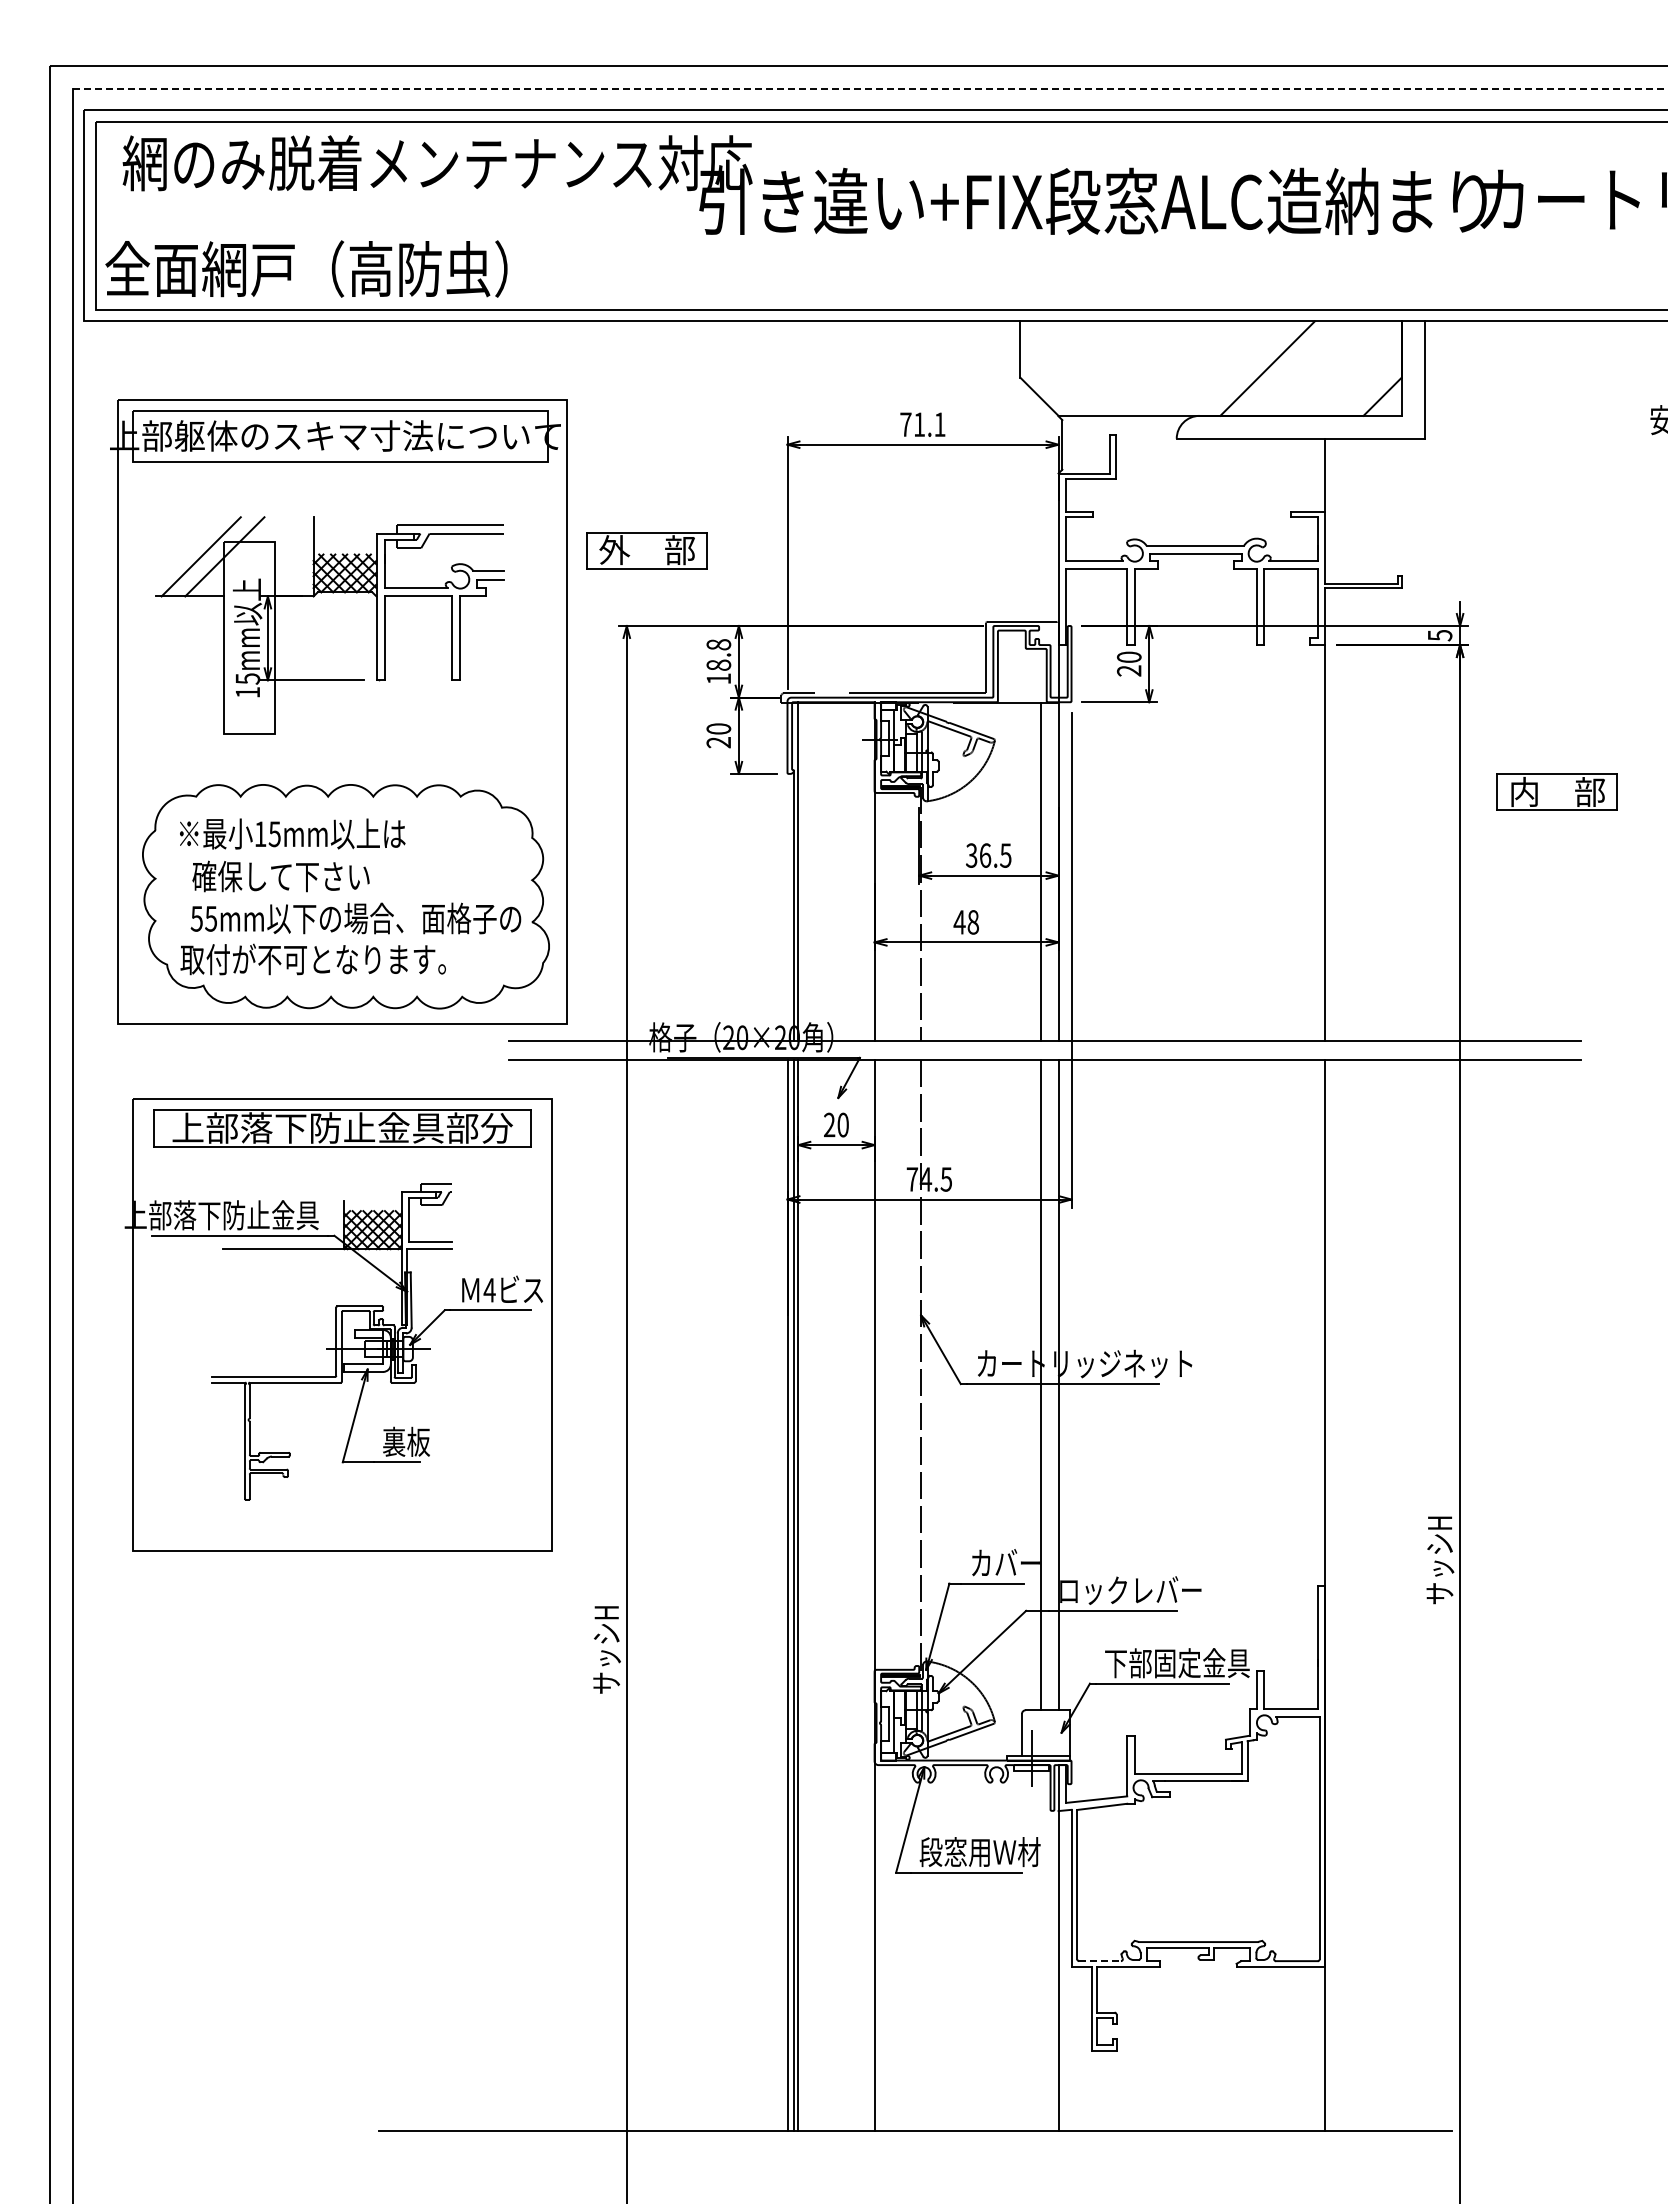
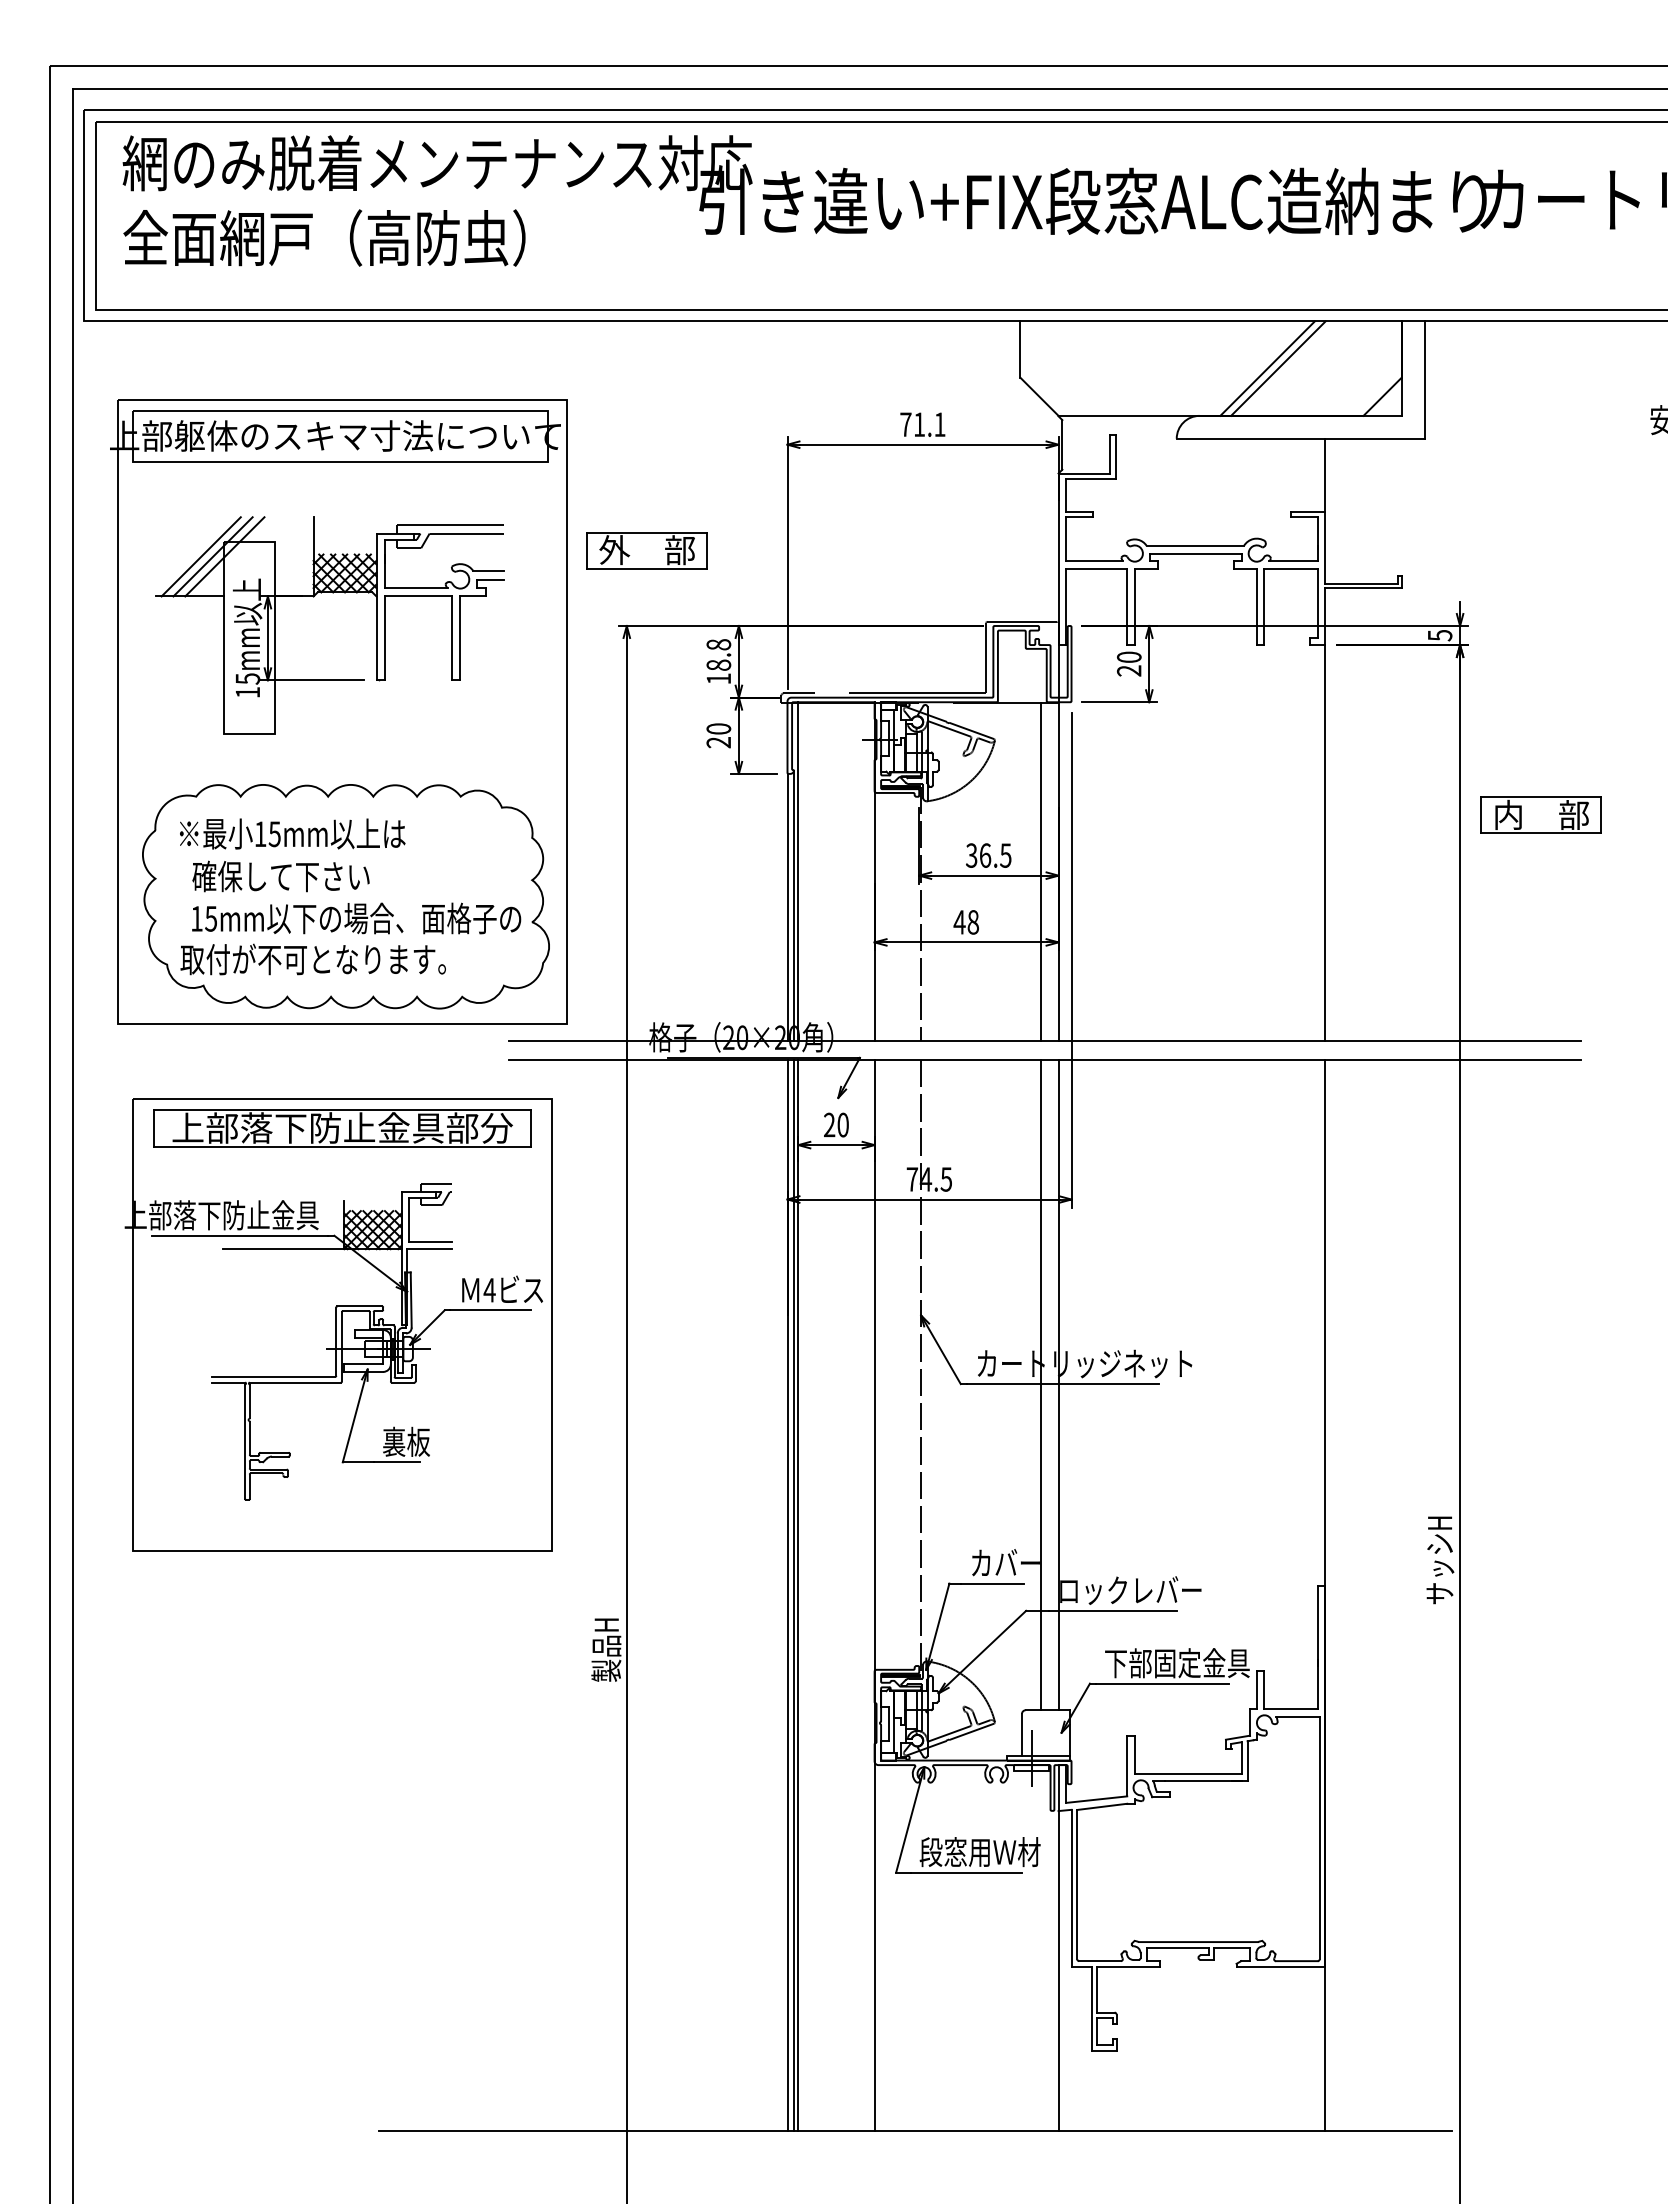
line at (870, 88): dashed -> solid
text at (306, 268) position: (306, 268) -> (324, 237)
line at (1278, 368): none -> present
line at (212, 556): none -> present
part at (1556, 791) position: (1556, 791) -> (1540, 814)
line at (787, 906): none -> present
text at (196, 918): 55mm -> 15mm
text at (606, 1649): サッシH -> 製品H
line at (1100, 1961): dashed -> solid
